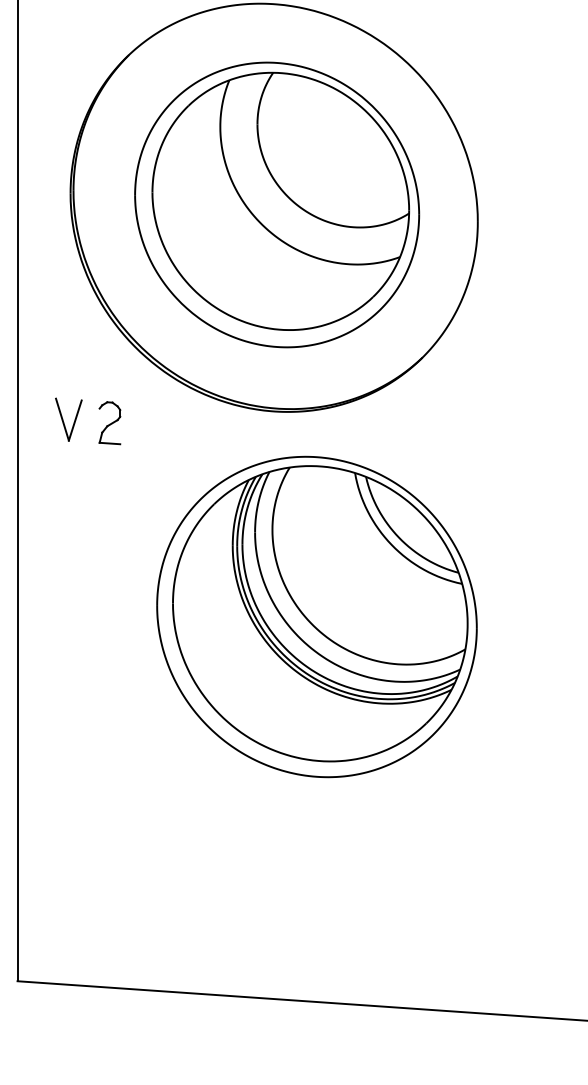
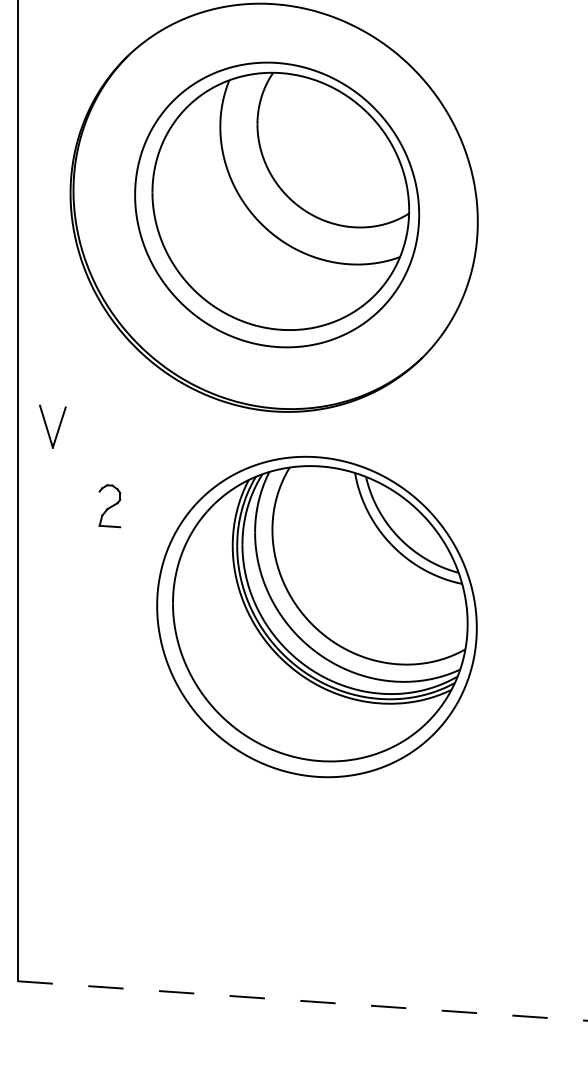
part at (68, 419) position: (68, 419) -> (52, 426)
part at (109, 423) position: (109, 423) -> (109, 506)
line at (302, 1001): solid -> dashed
